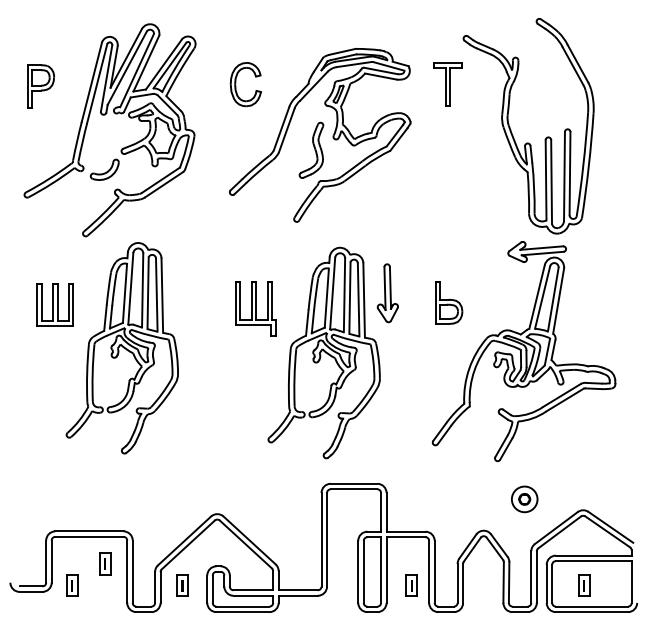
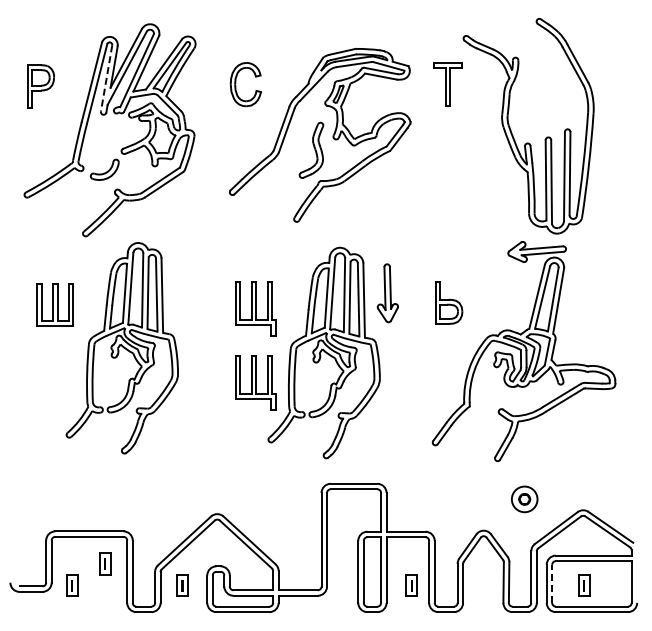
line at (106, 78): solid -> dashed
part at (255, 382): none -> present
line at (552, 583): solid -> dashed
